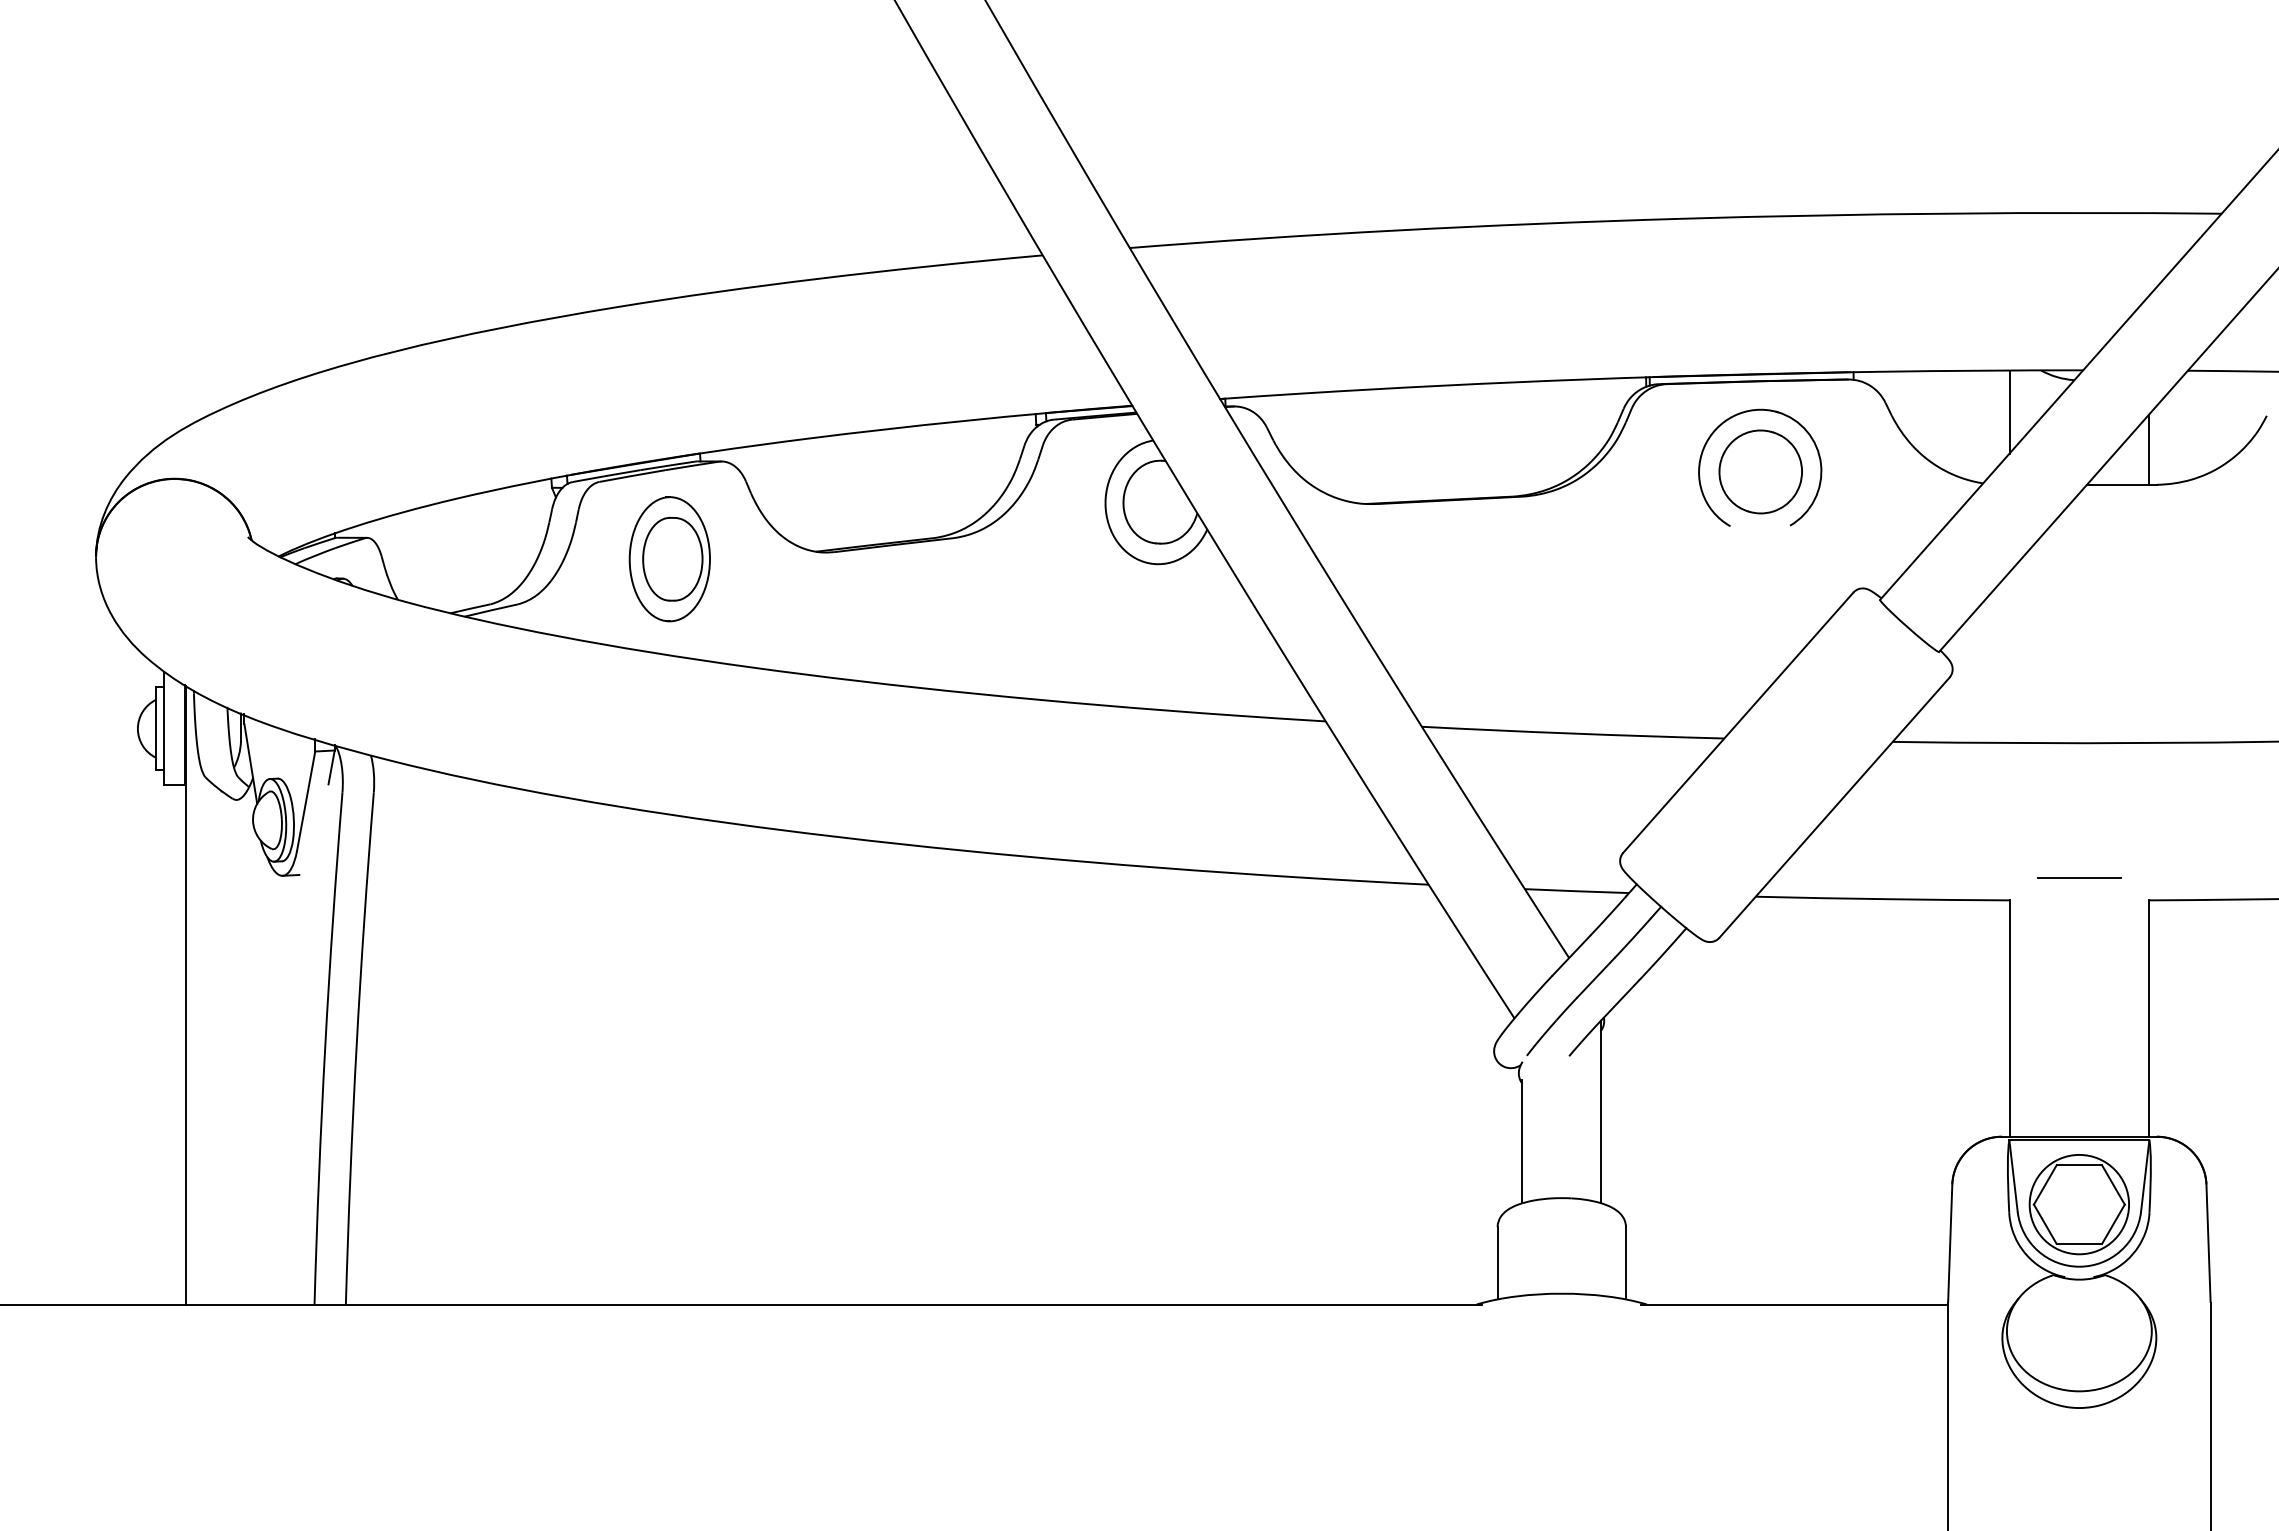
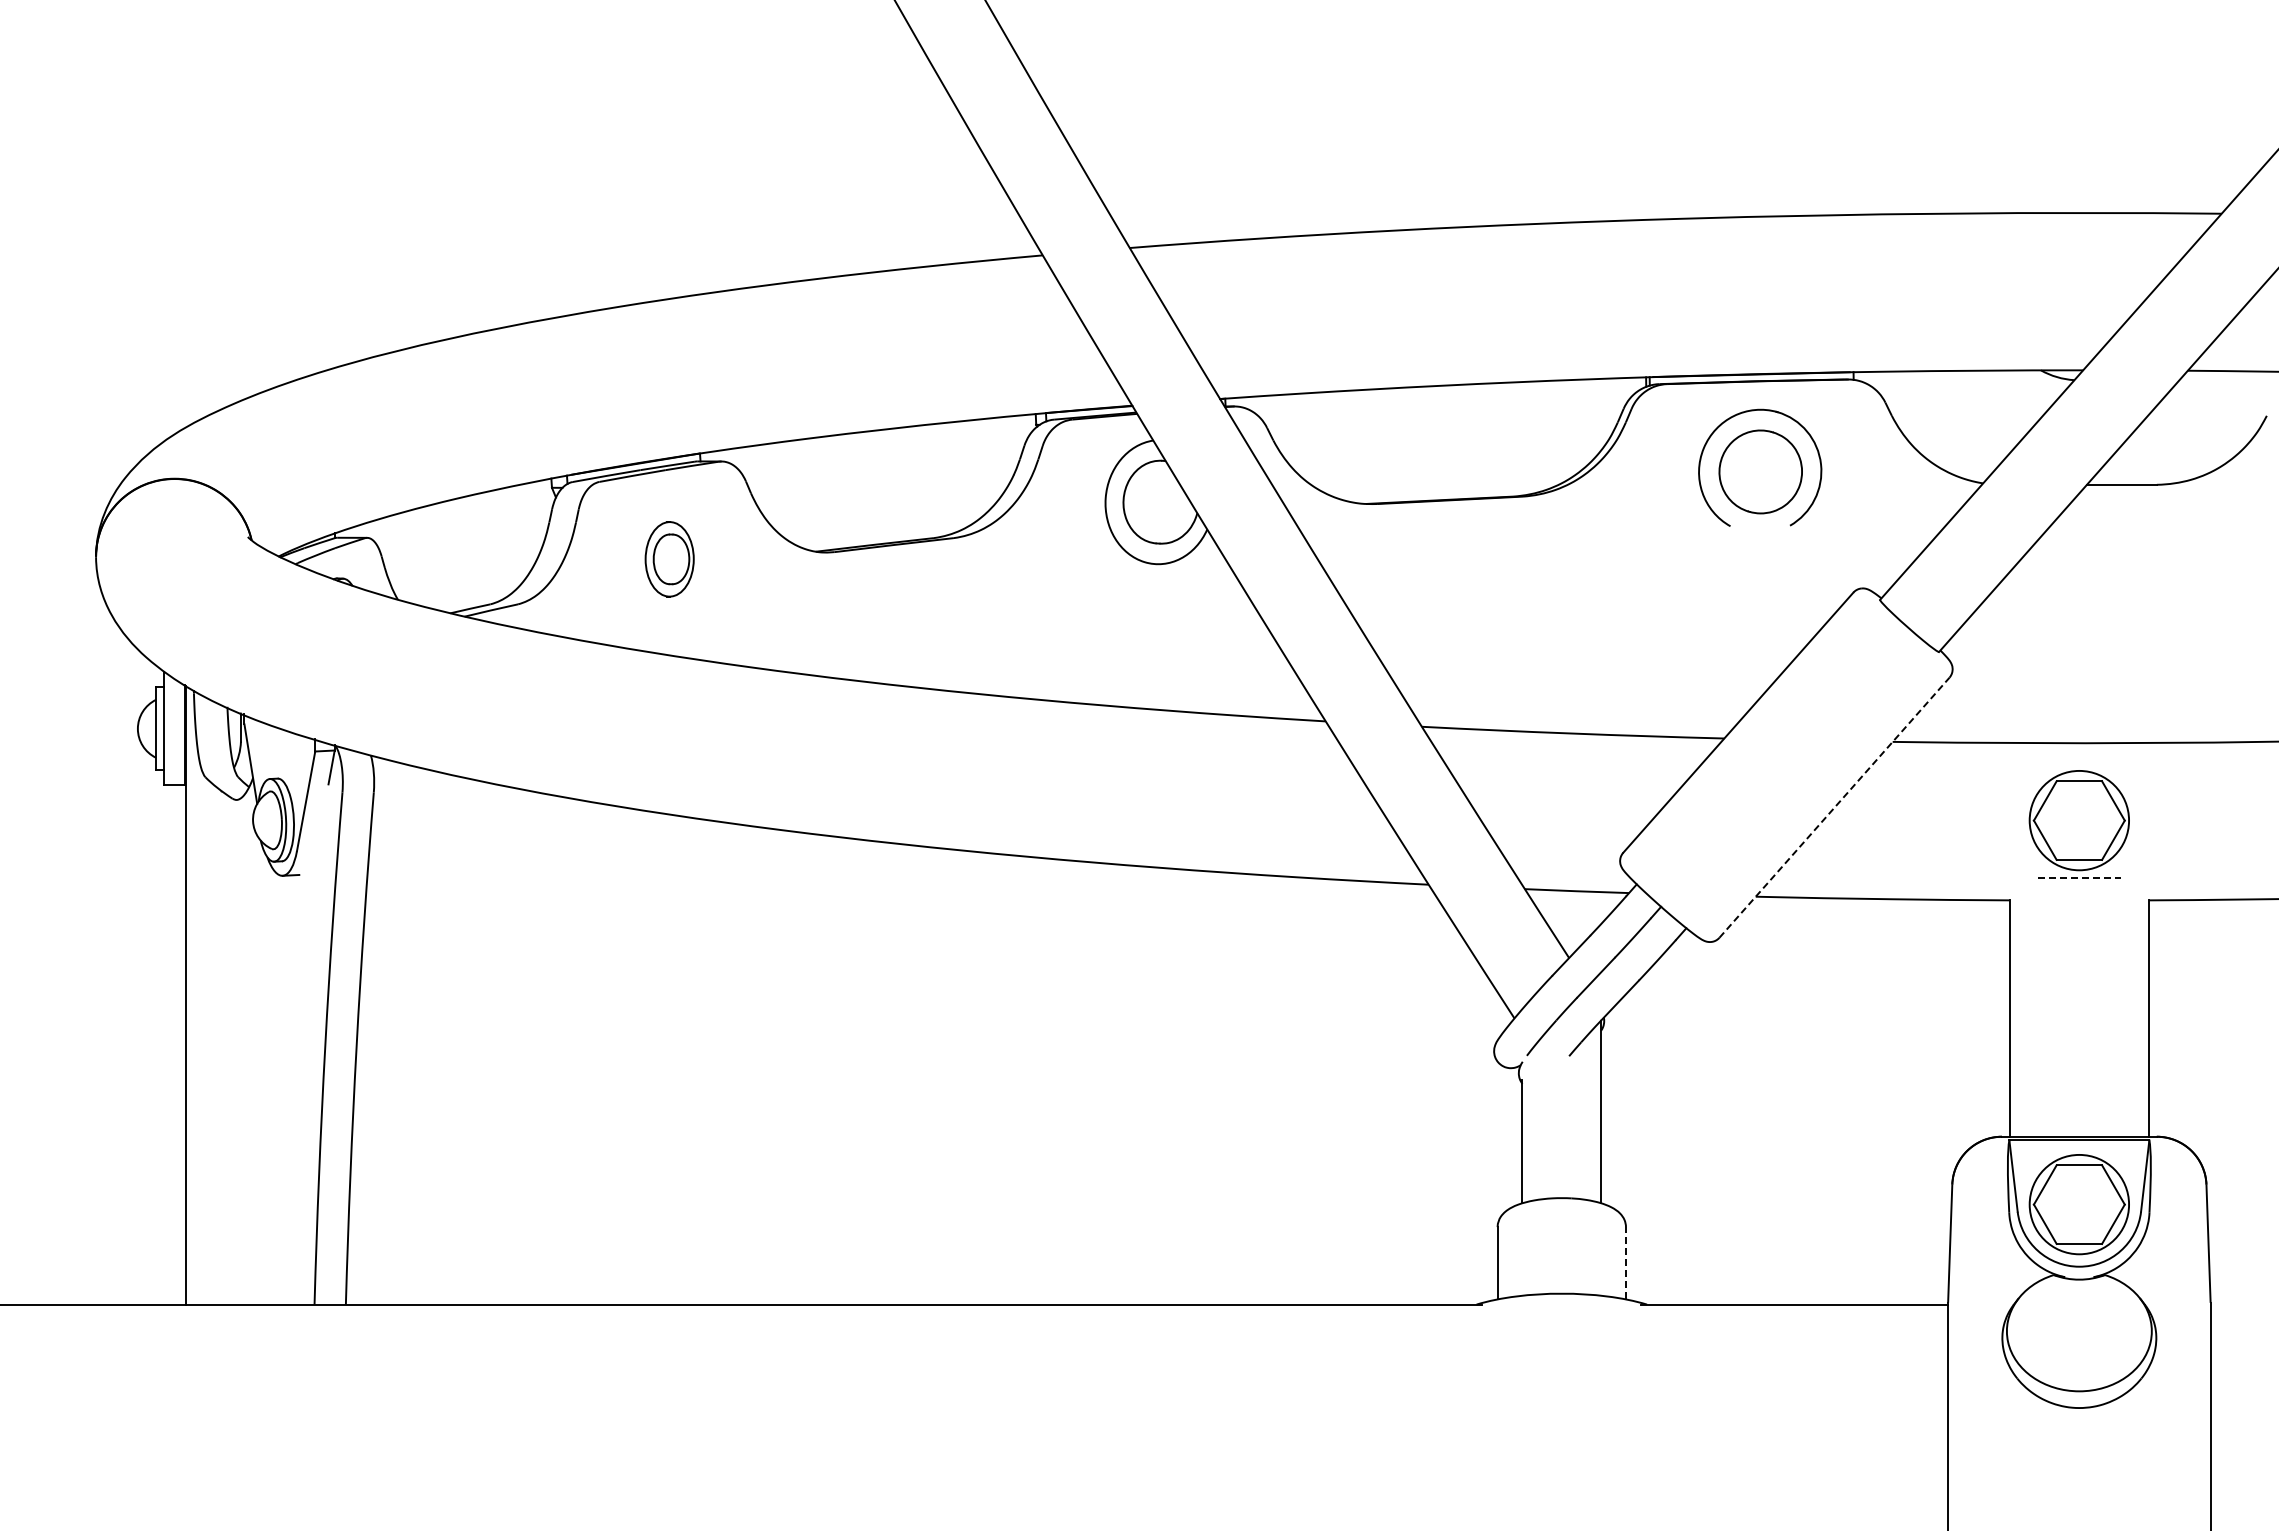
line at (2009, 411): present -> none
line at (2149, 449): present -> none
part at (669, 559) size: 83x127 px -> 51x77 px
line at (1834, 807): solid -> dashed
part at (2078, 820): none -> present
line at (2079, 877): solid -> dashed
line at (1625, 1262): solid -> dashed
